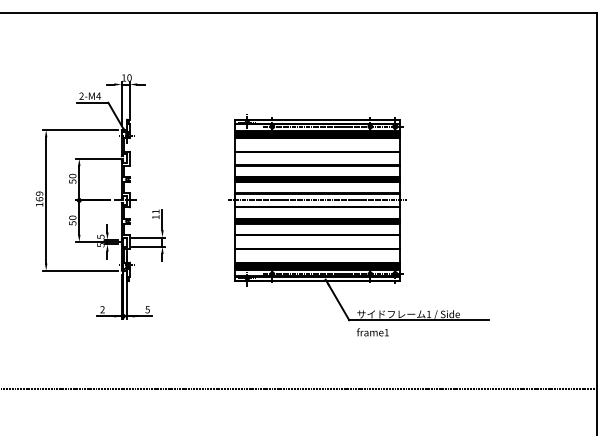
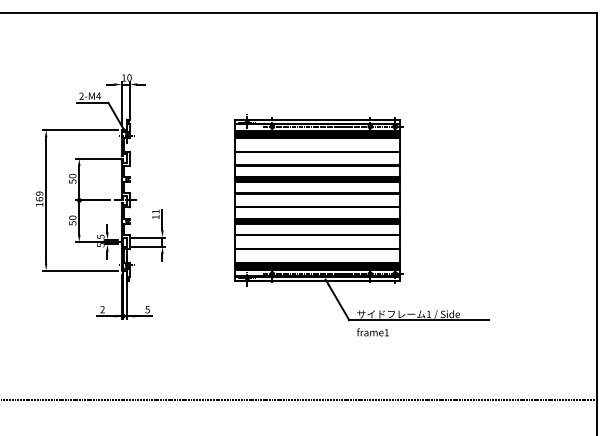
line at (316, 200): present -> none
line at (299, 389) position: (299, 389) -> (299, 400)
